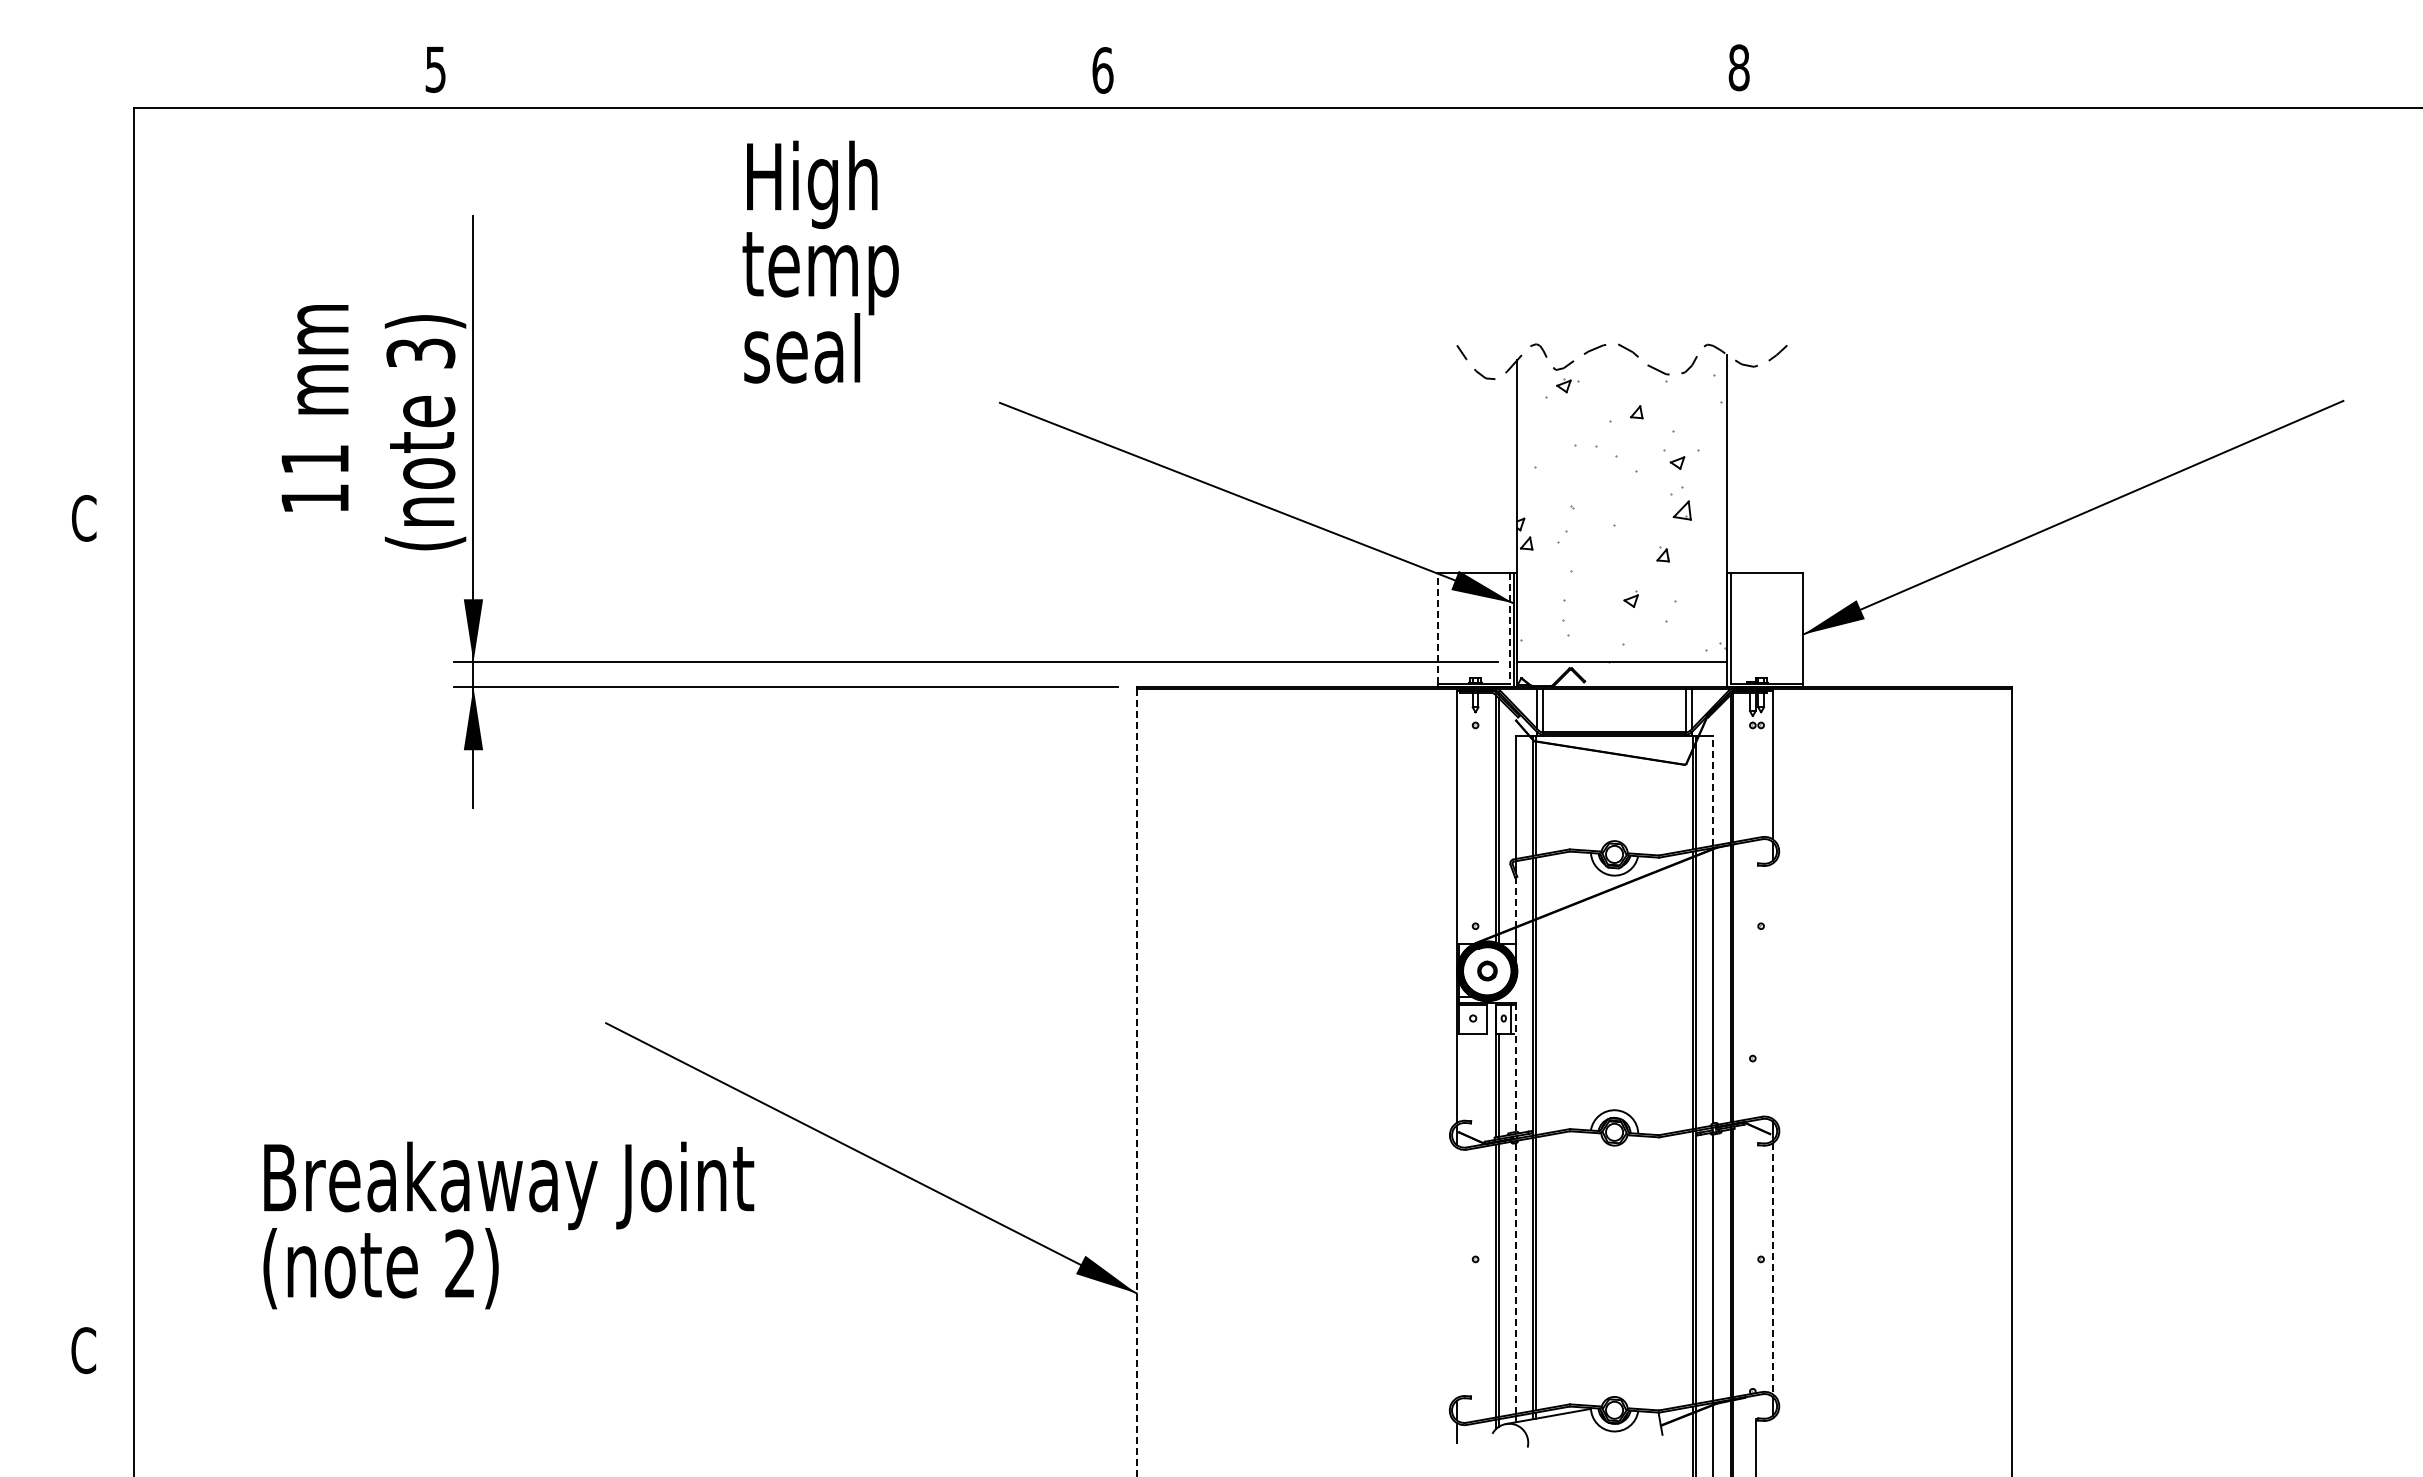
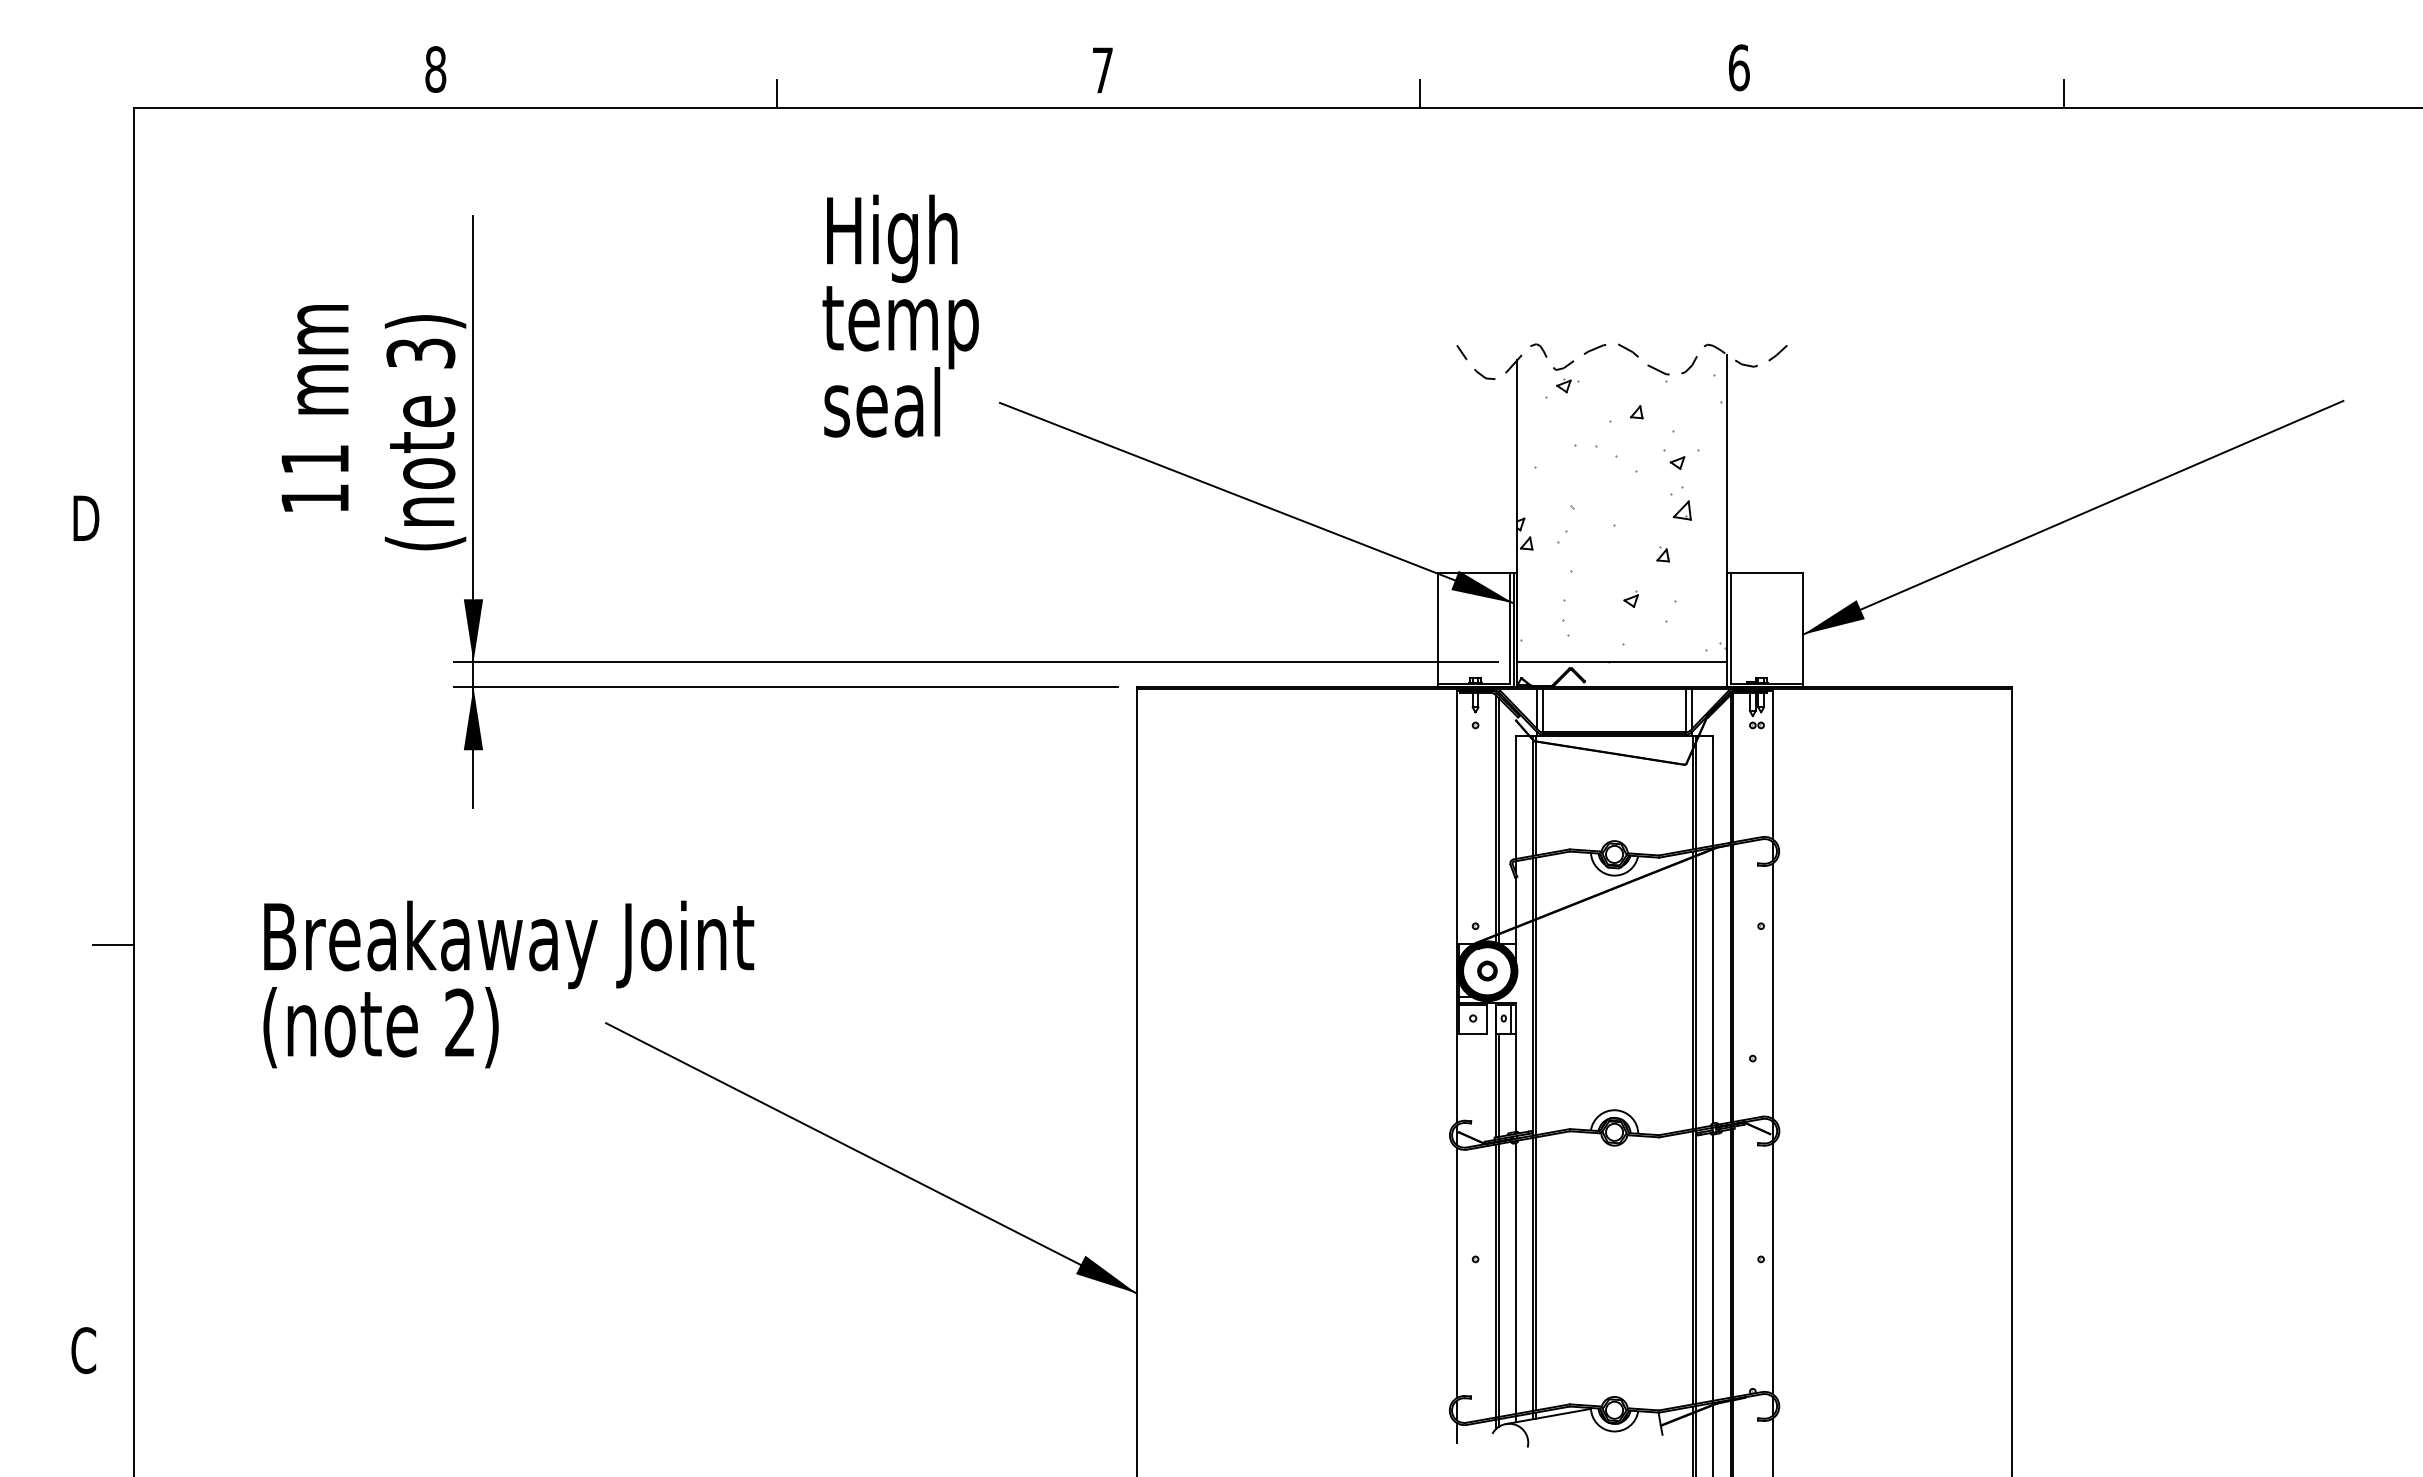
text at (1738, 67): 8 -> 6
text at (435, 69): 5 -> 8
text at (1102, 70): 6 -> 7
line at (777, 94): none -> present
line at (1420, 94): none -> present
line at (2063, 94): none -> present
text at (820, 261) position: (820, 261) -> (900, 315)
text at (85, 518): C -> D
line at (1437, 627): dashed -> solid
line at (1509, 628): dashed -> solid
line at (1713, 791): dashed -> solid
line at (1515, 902): dashed -> solid
line at (113, 945): none -> present
line at (1772, 990): none -> present
line at (1515, 1067): dashed -> solid
line at (1136, 1082): dashed -> solid
text at (508, 1225) position: (508, 1225) -> (508, 984)
line at (1772, 1269): dashed -> solid
line at (1456, 1272): none -> present
line at (1515, 1279): dashed -> solid
line at (1755, 1445) position: (1755, 1445) -> (1772, 1445)
